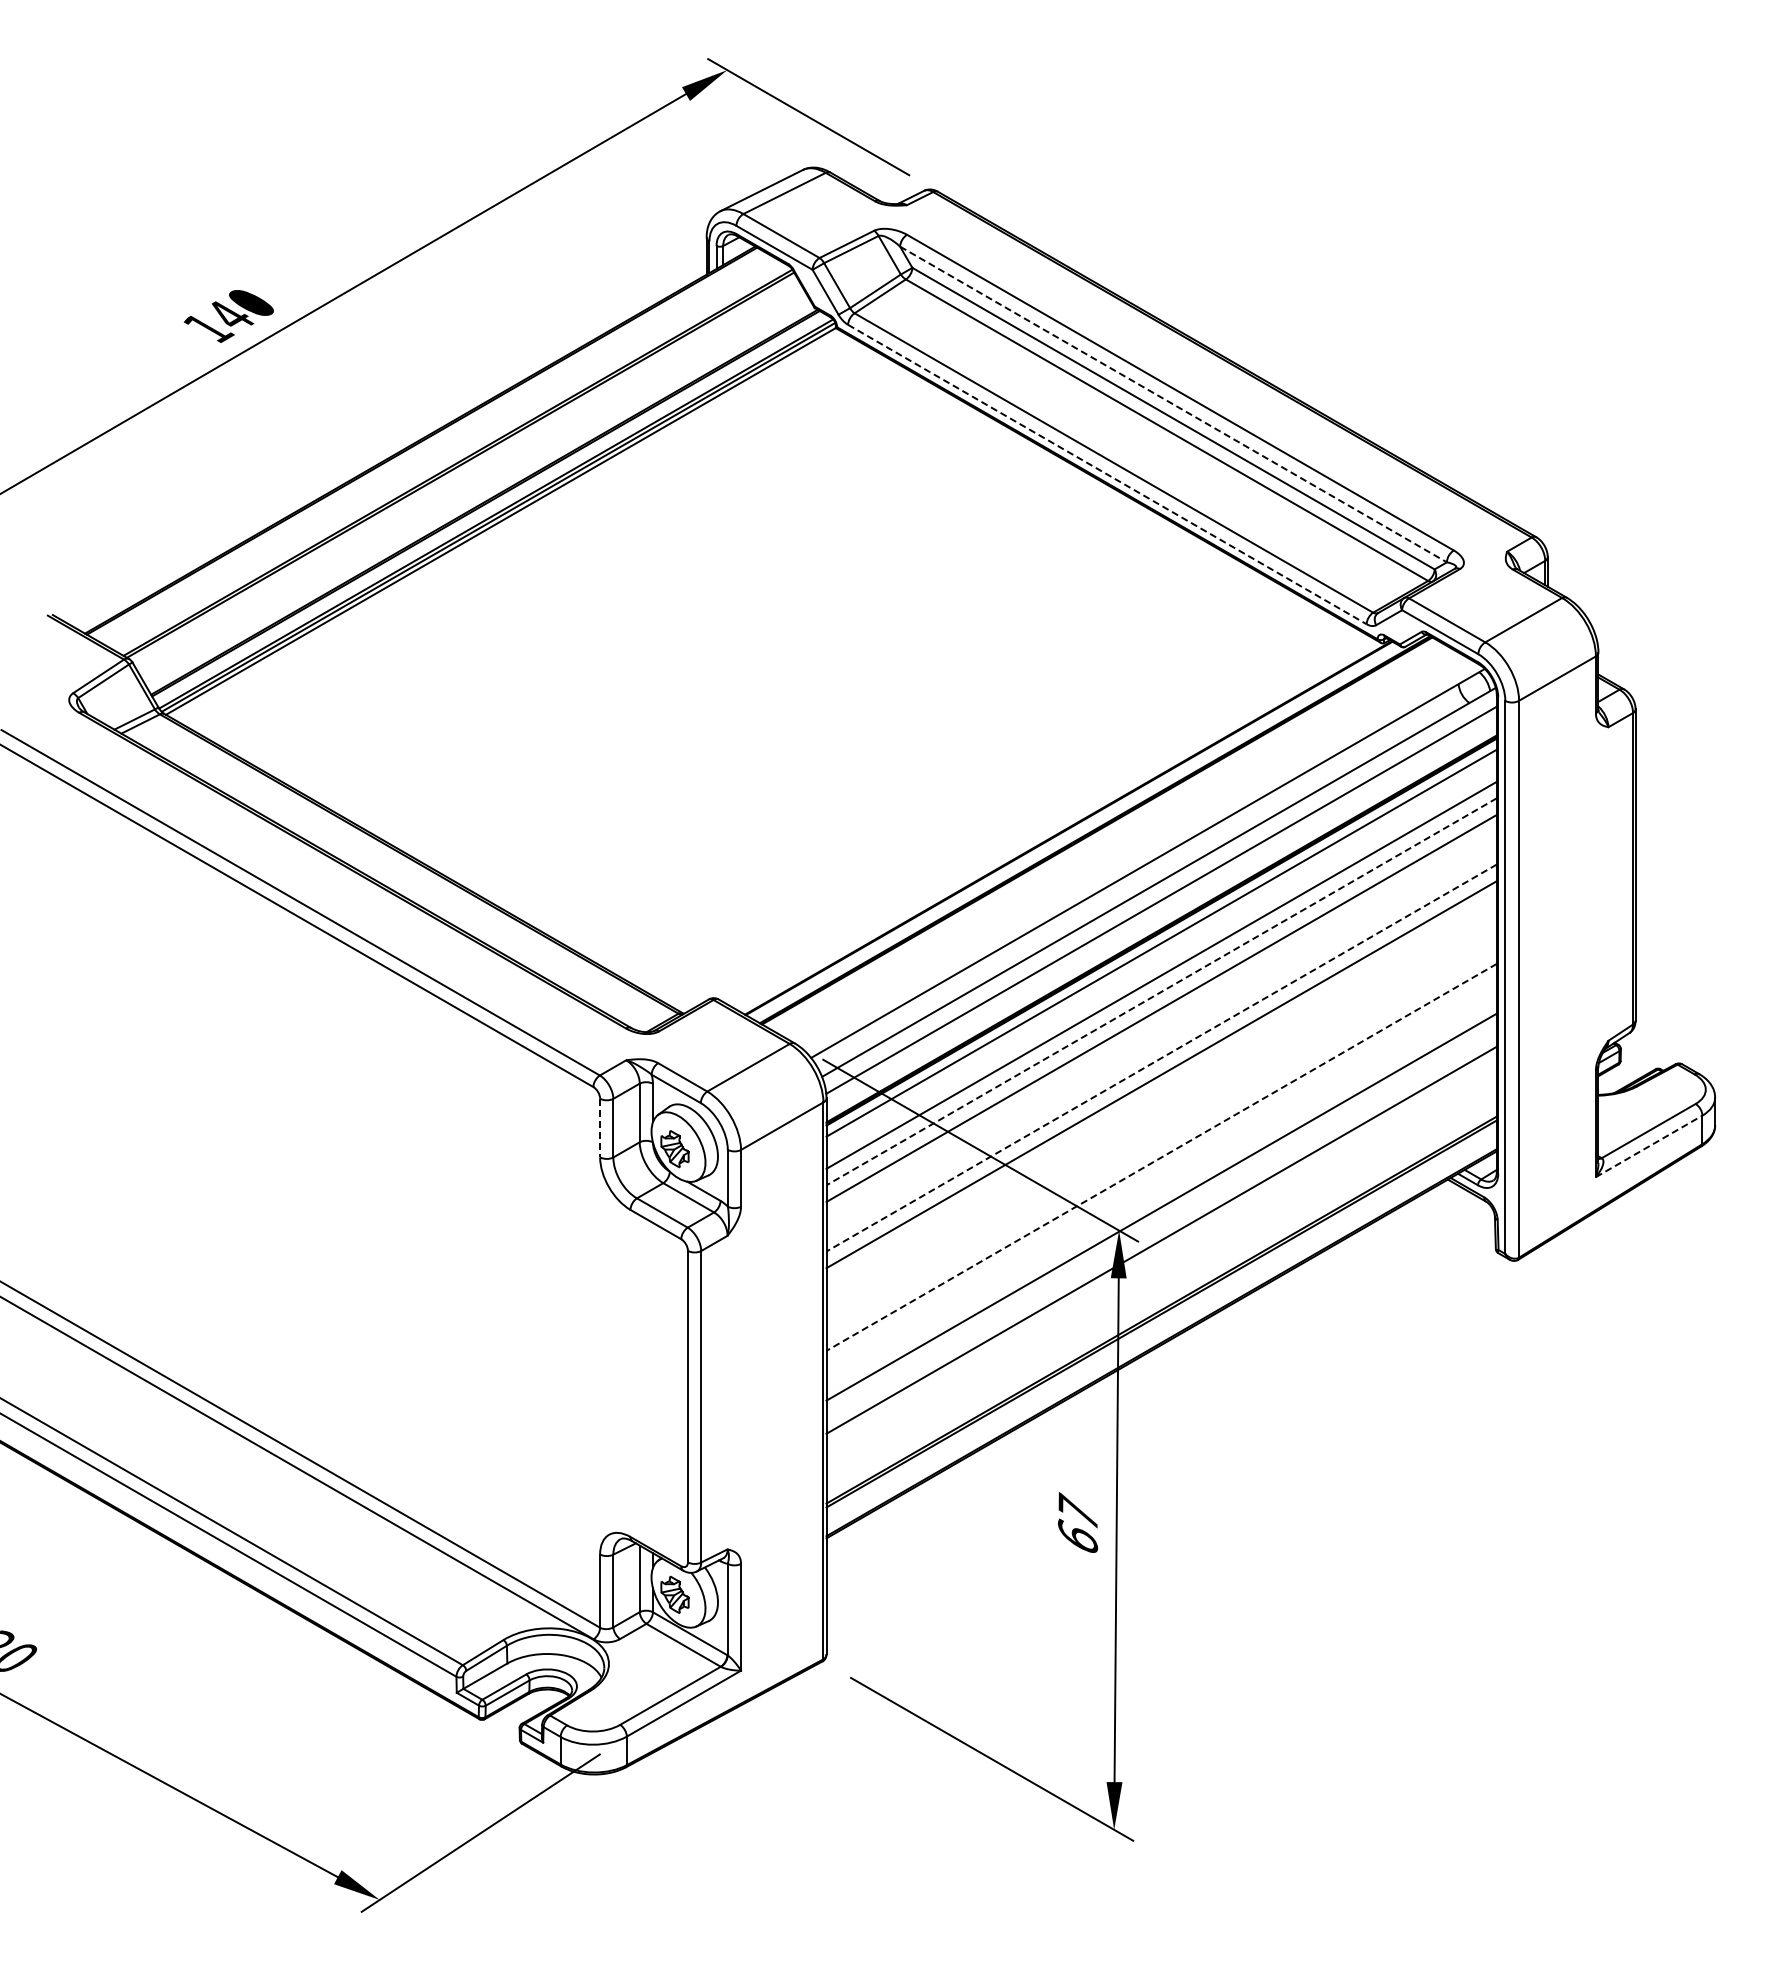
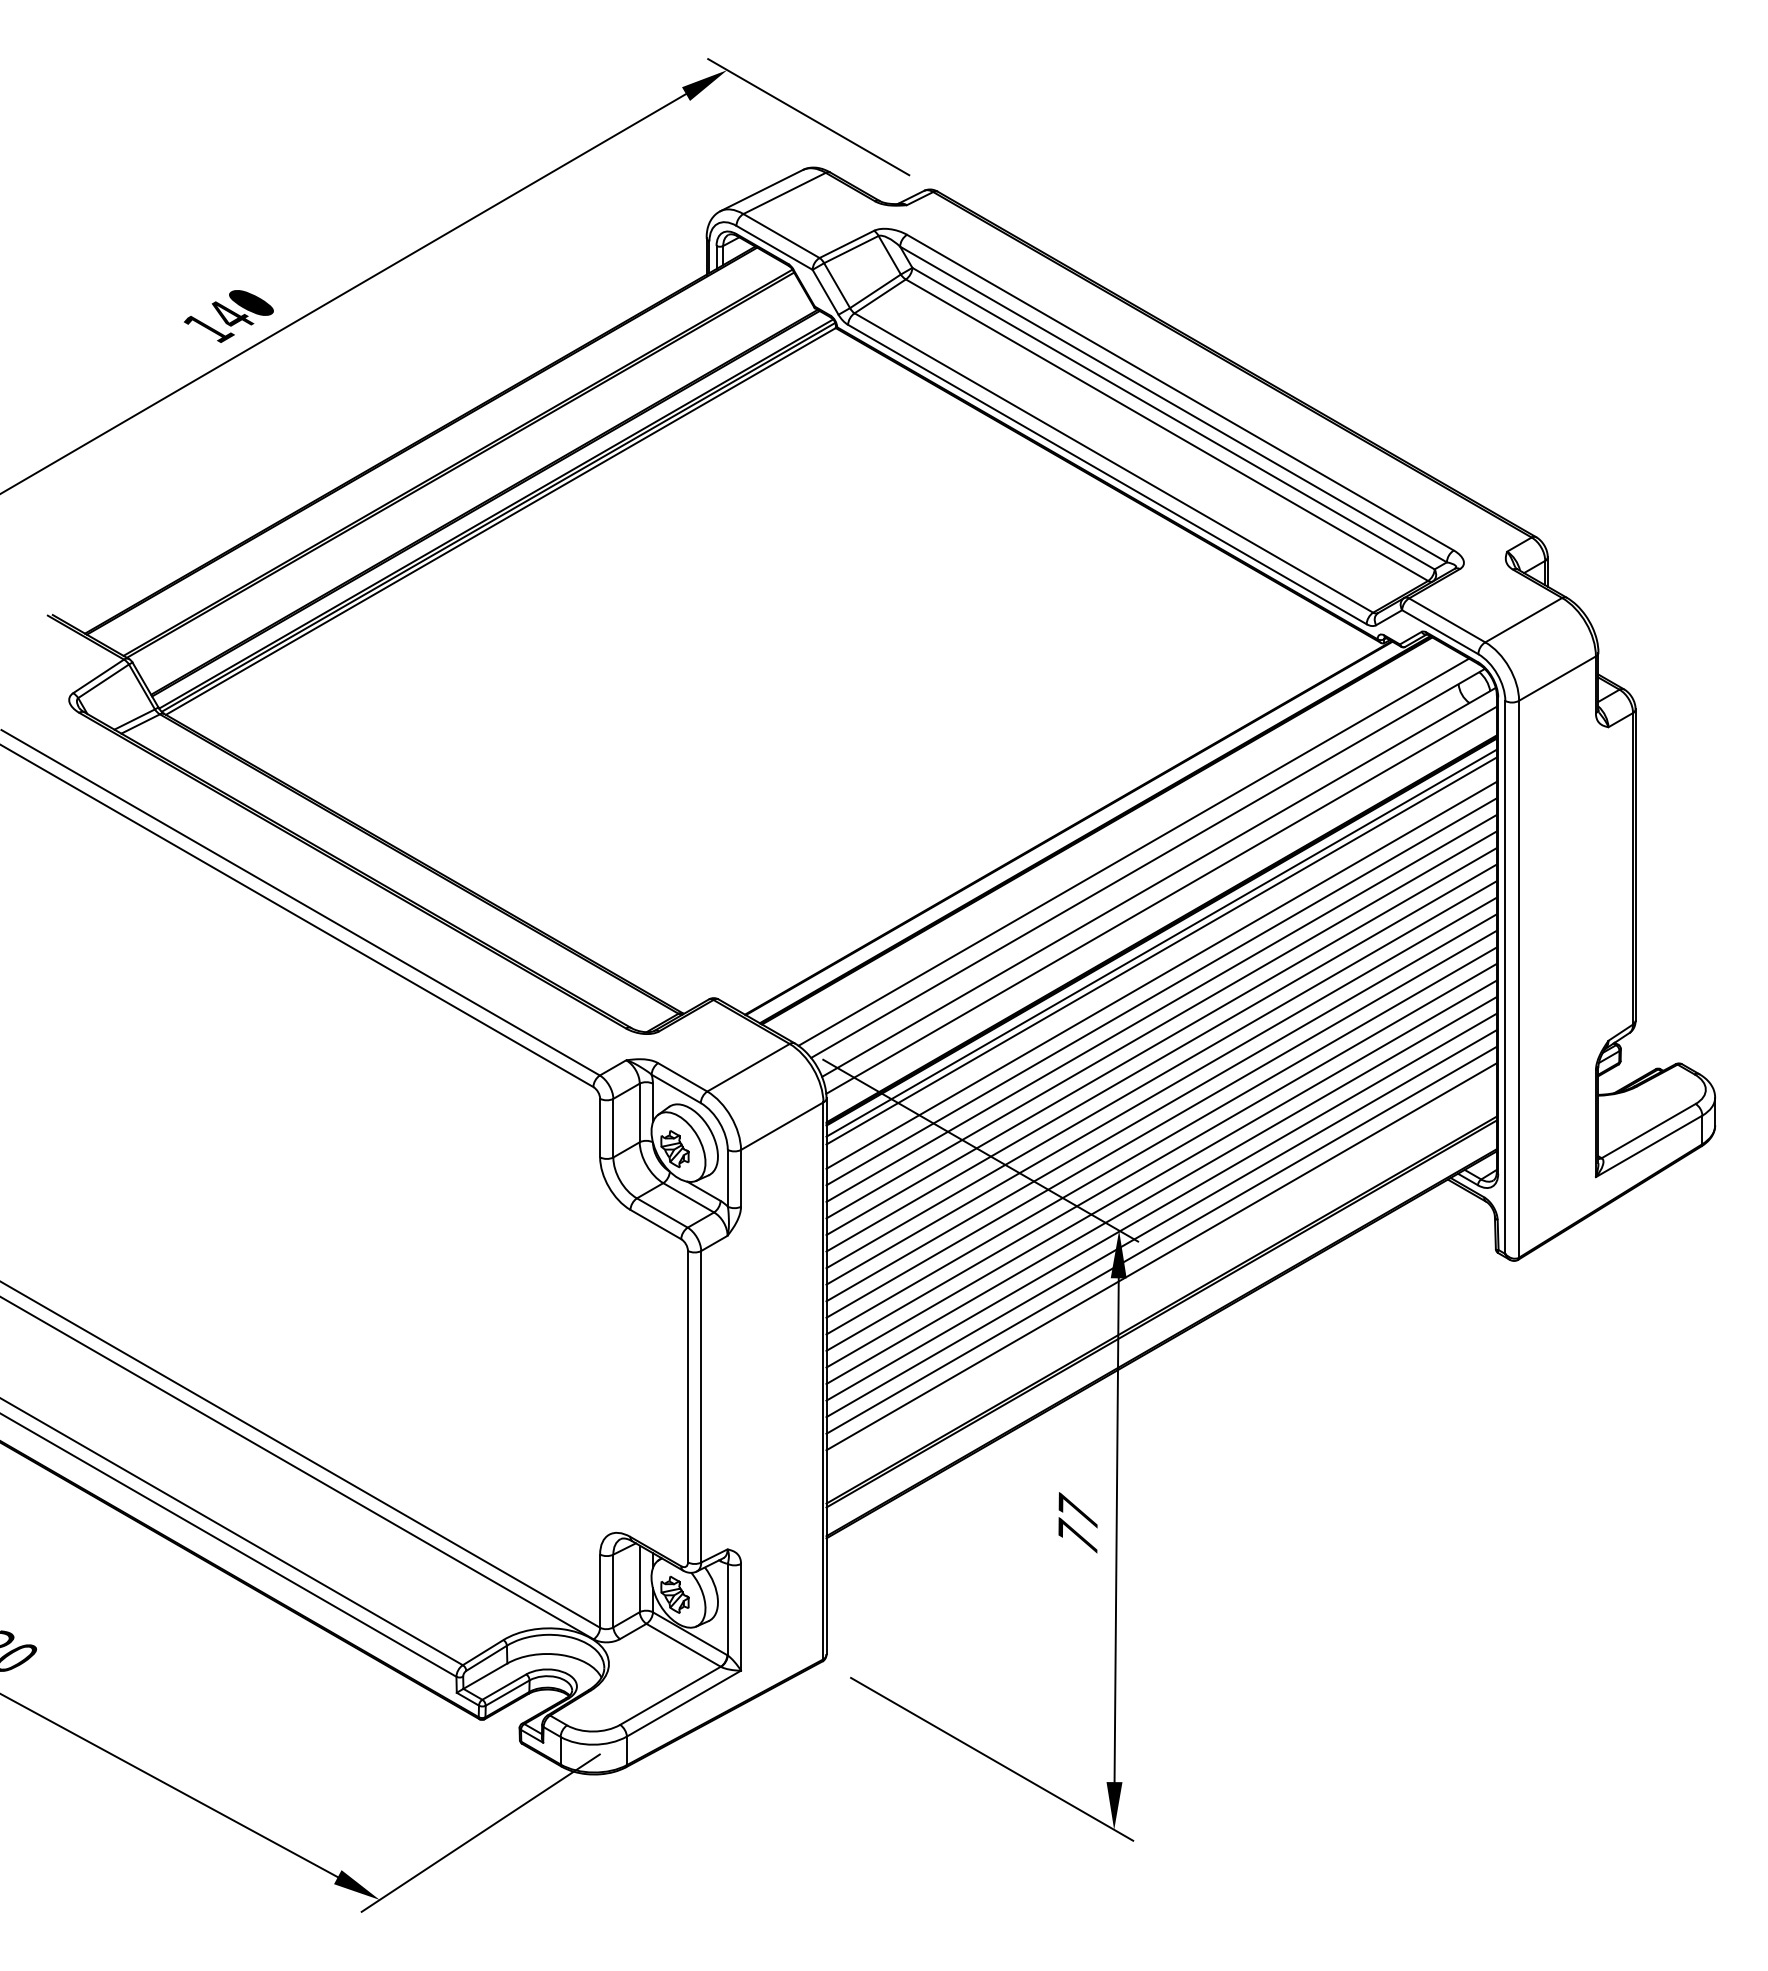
line at (1173, 404): dashed -> solid
line at (1107, 474): dashed -> solid
line at (1133, 851): none -> present
line at (1161, 950): none -> present
line at (1161, 992): dashed -> solid
line at (1161, 1024): none -> present
line at (1161, 1041): none -> present
line at (1161, 1058): dashed -> solid
line at (1161, 1090): none -> present
line at (1161, 1107): none -> present
line at (1161, 1123): none -> present
line at (600, 1128): dashed -> solid
line at (1161, 1140): none -> present
line at (1649, 1146): dashed -> solid
line at (1161, 1157): dashed -> solid
line at (1161, 1173): none -> present
line at (1161, 1190): none -> present
line at (1161, 1223): none -> present
line at (1161, 1256): none -> present
text at (1078, 1535): 67 -> 77
